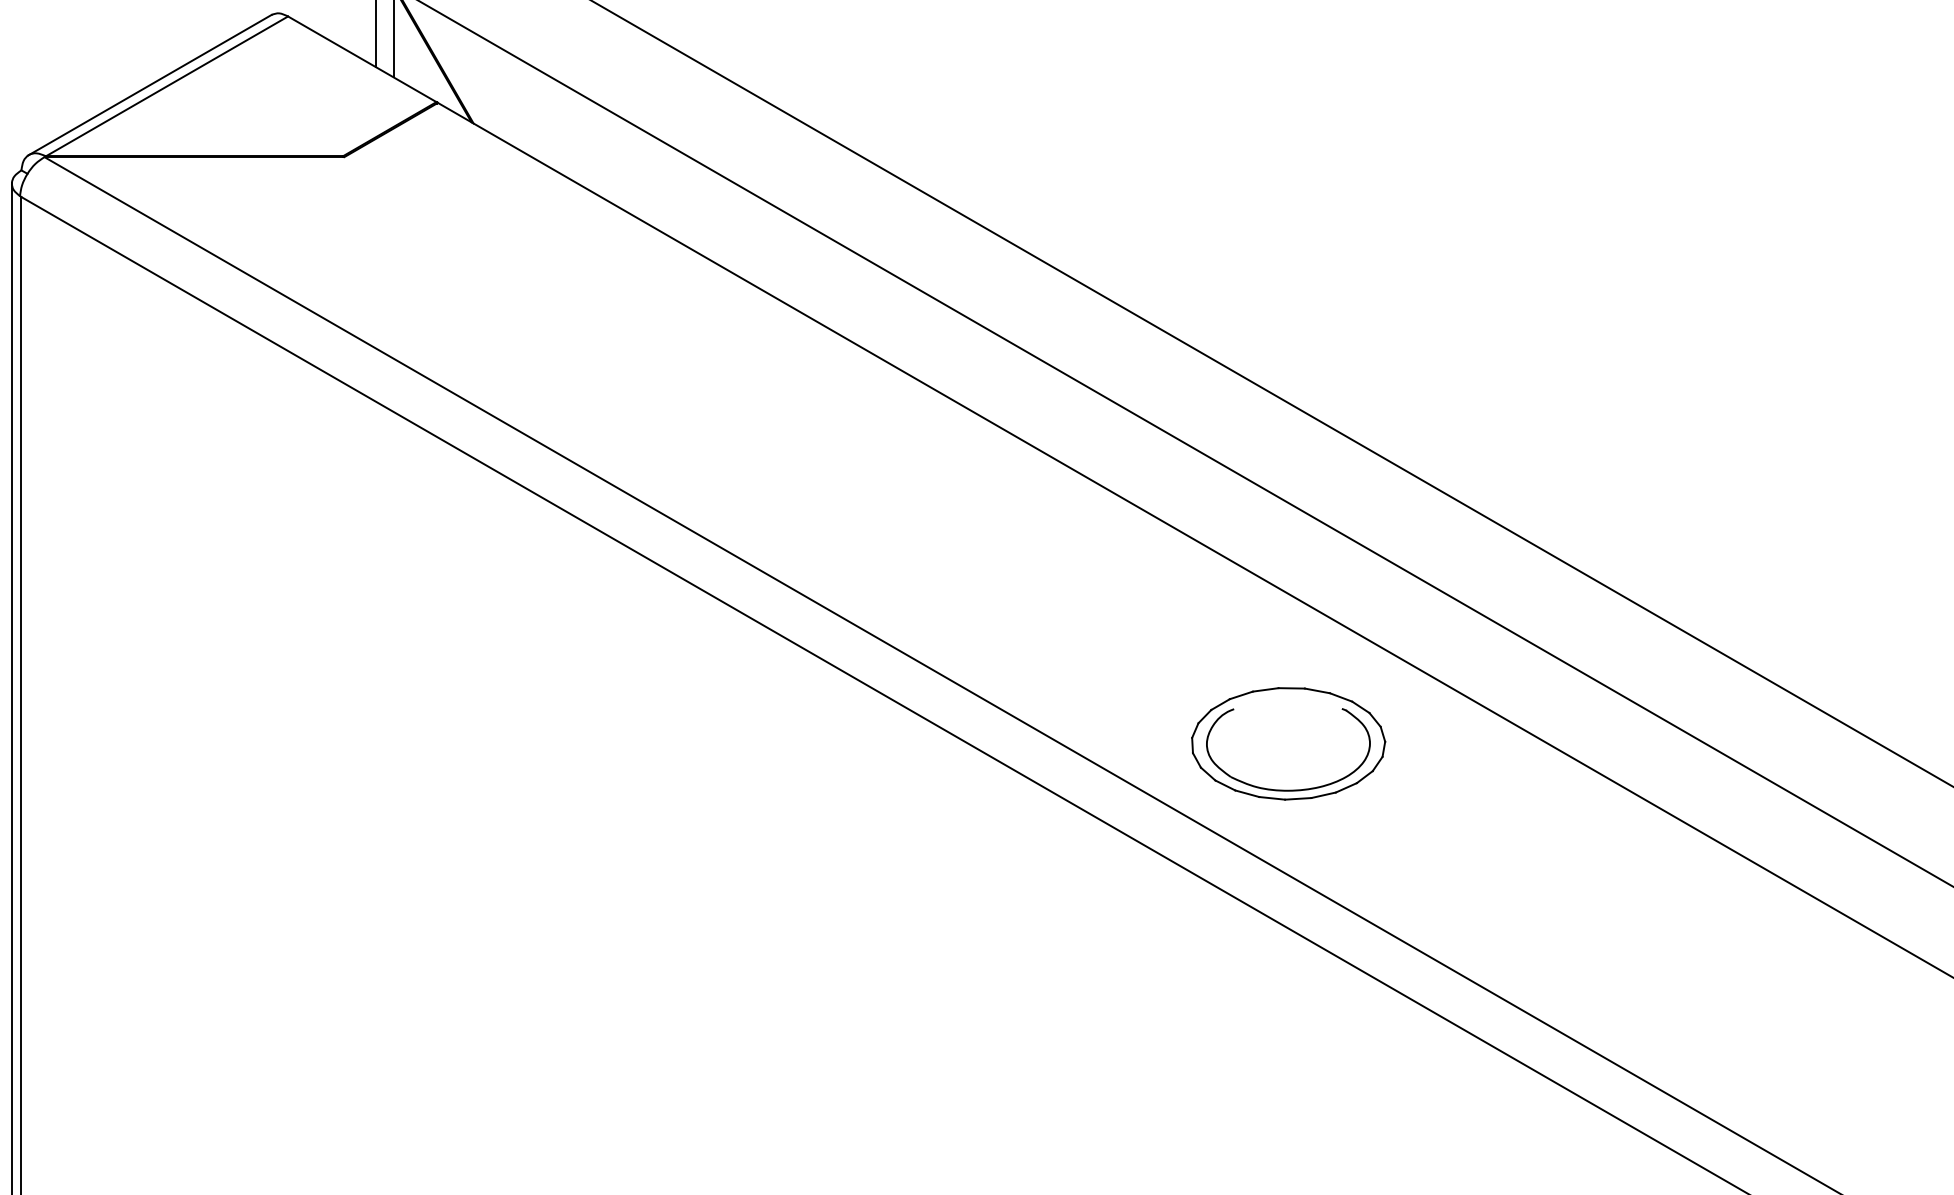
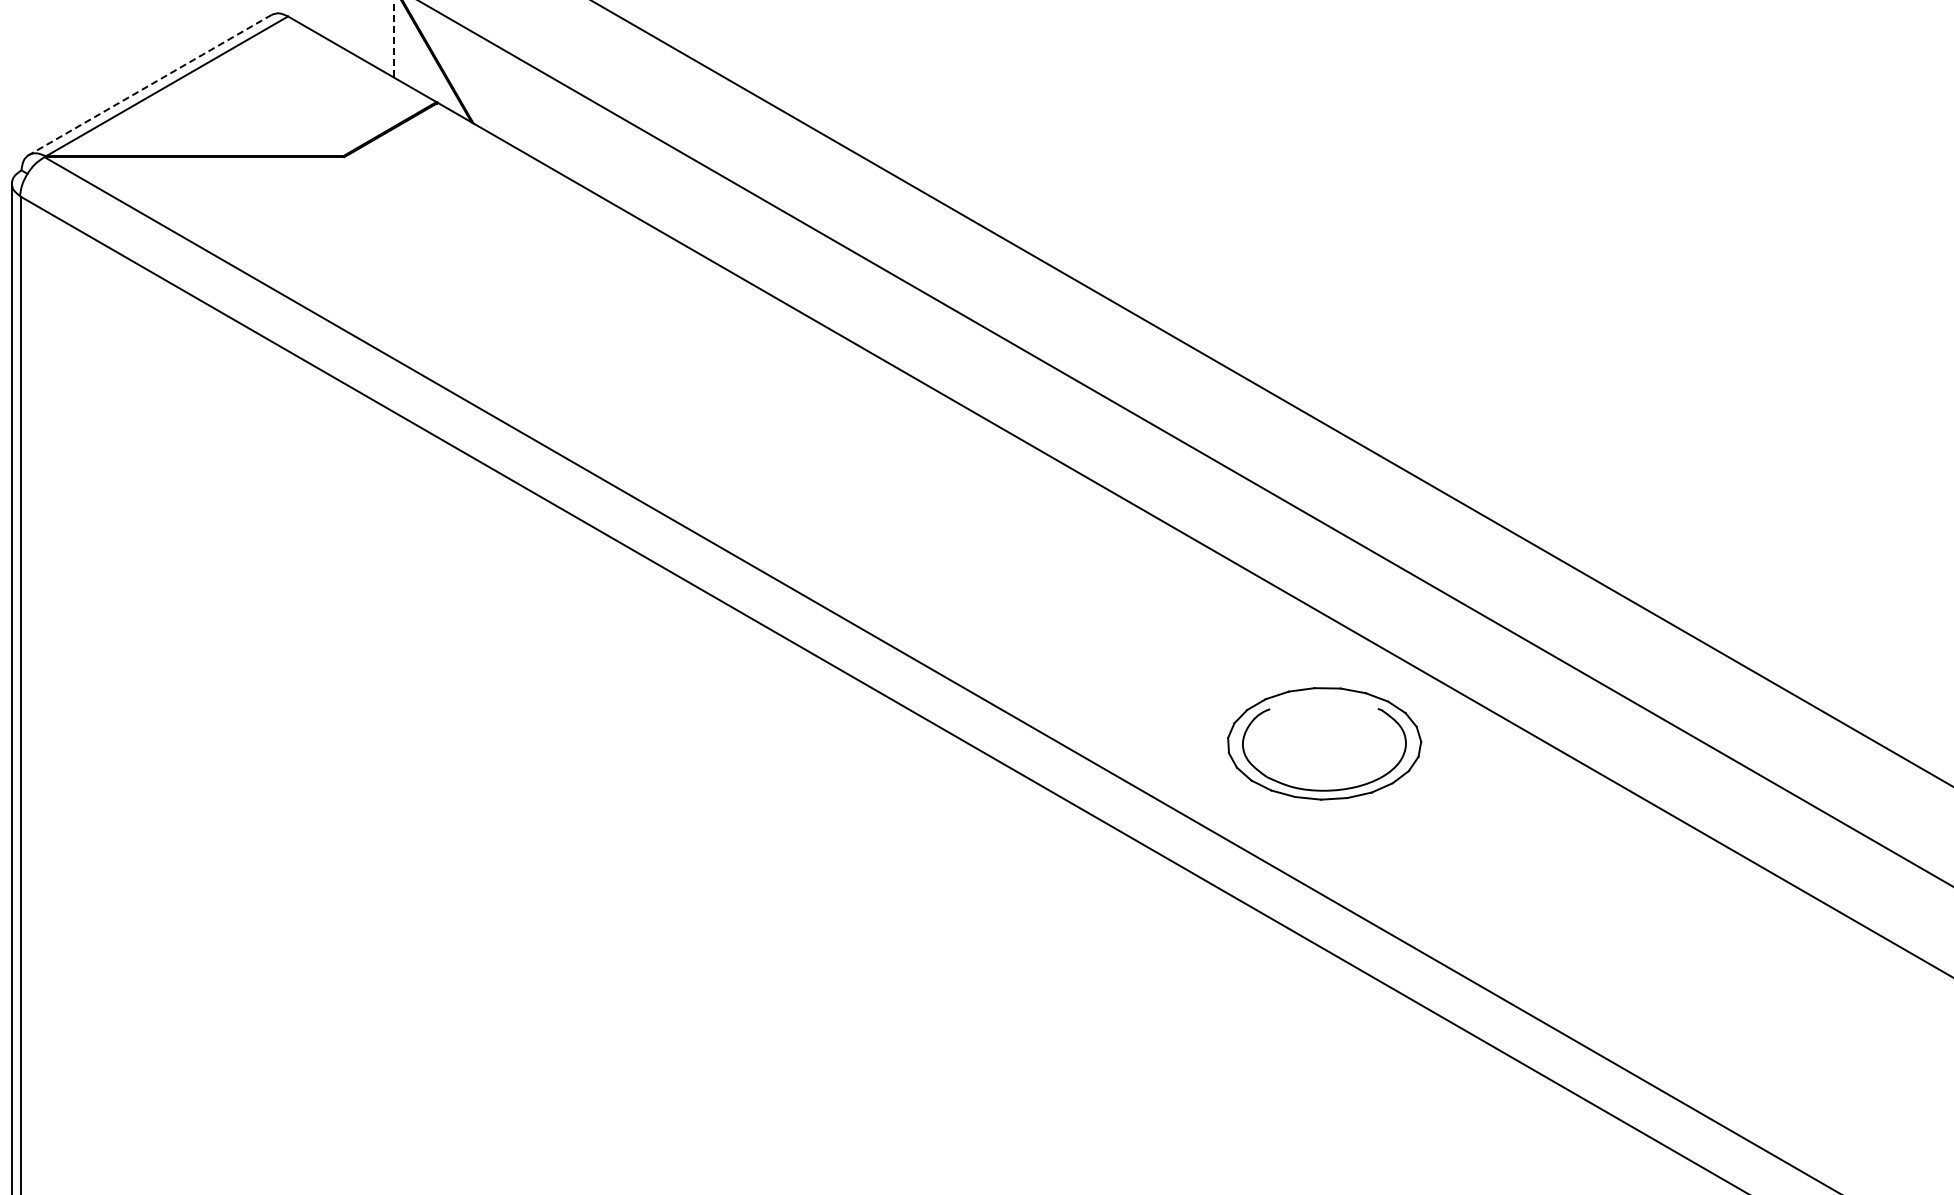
line at (375, 34): present -> none
line at (393, 38): solid -> dashed
line at (149, 85): solid -> dashed
part at (1288, 743) position: (1288, 743) -> (1324, 743)
